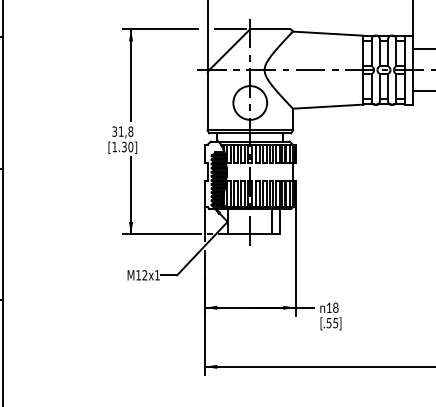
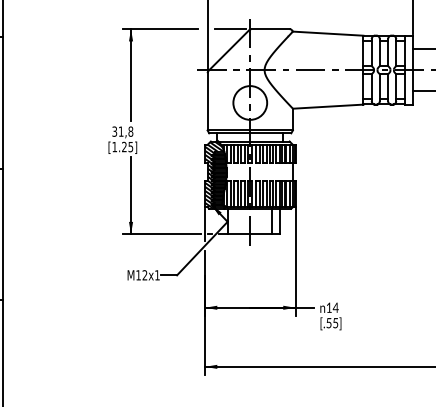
text at (127, 146): [1.30] -> [1.25]
hatch at (214, 174): none -> present
text at (335, 307): 18 -> 14
